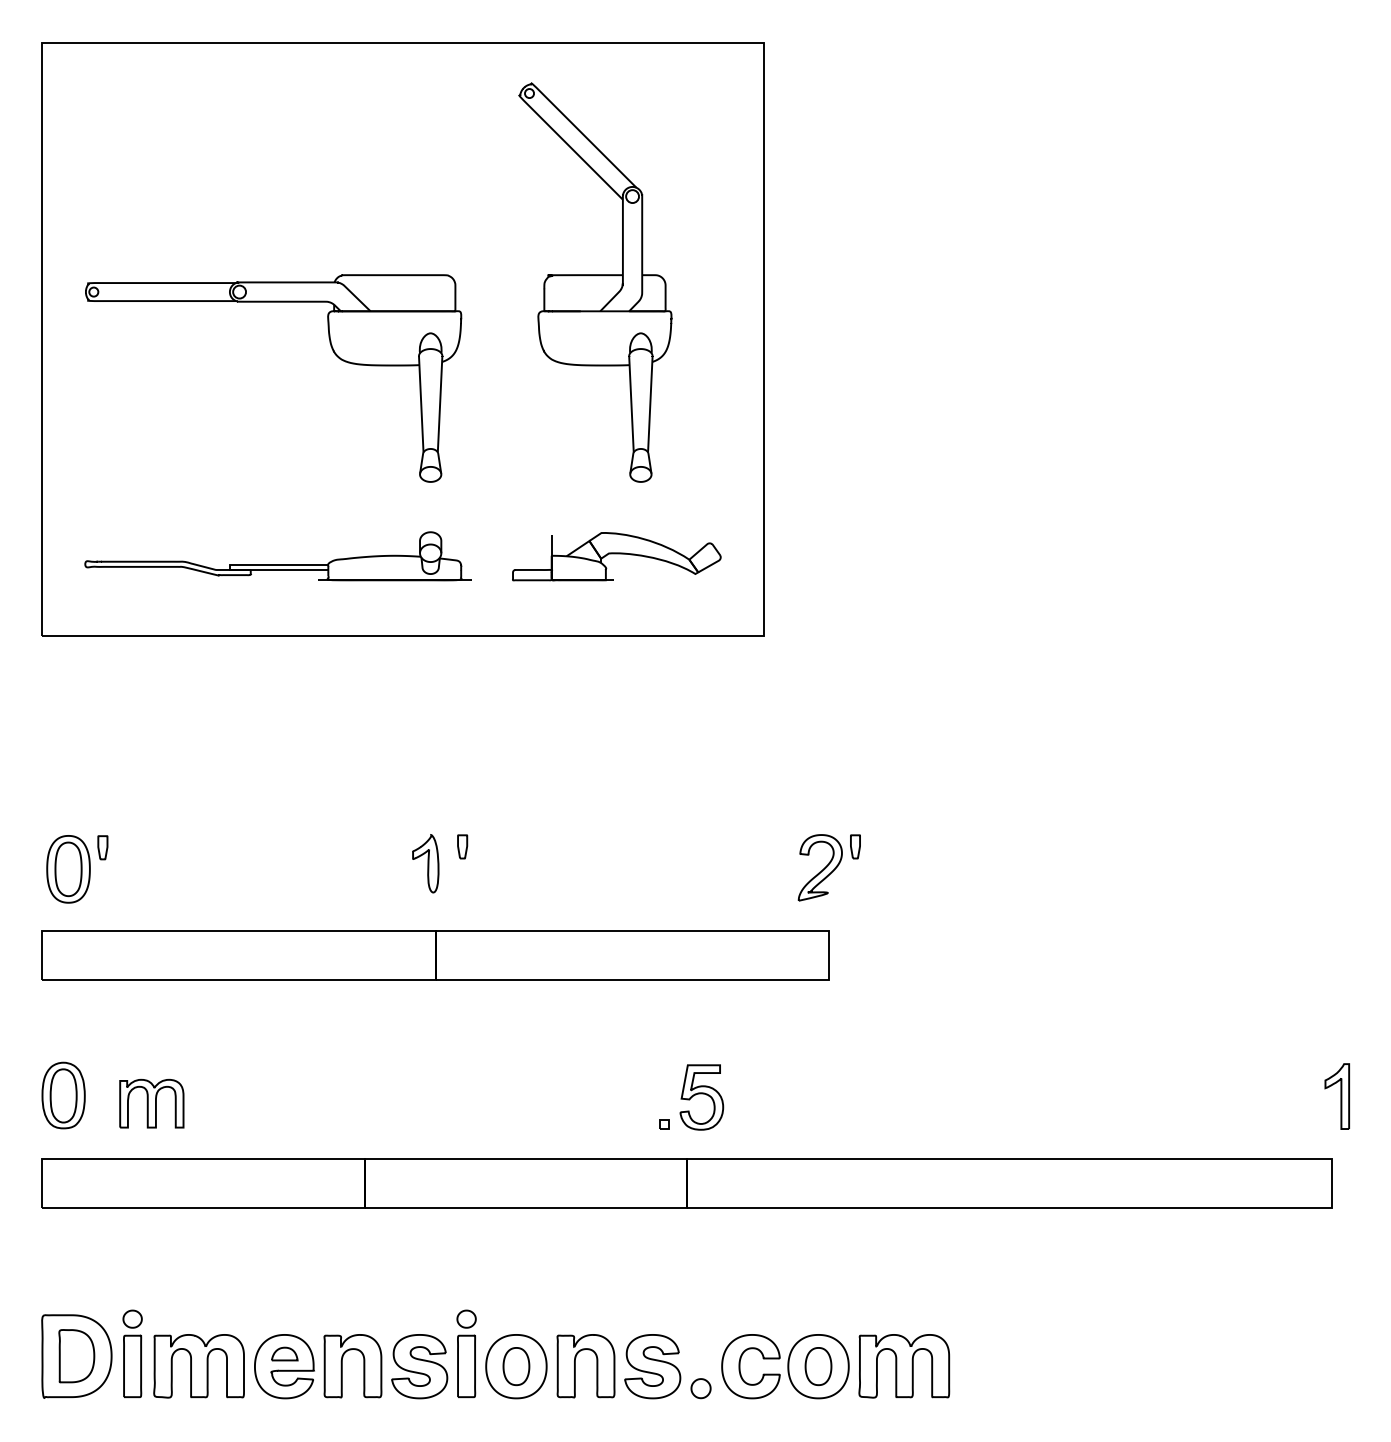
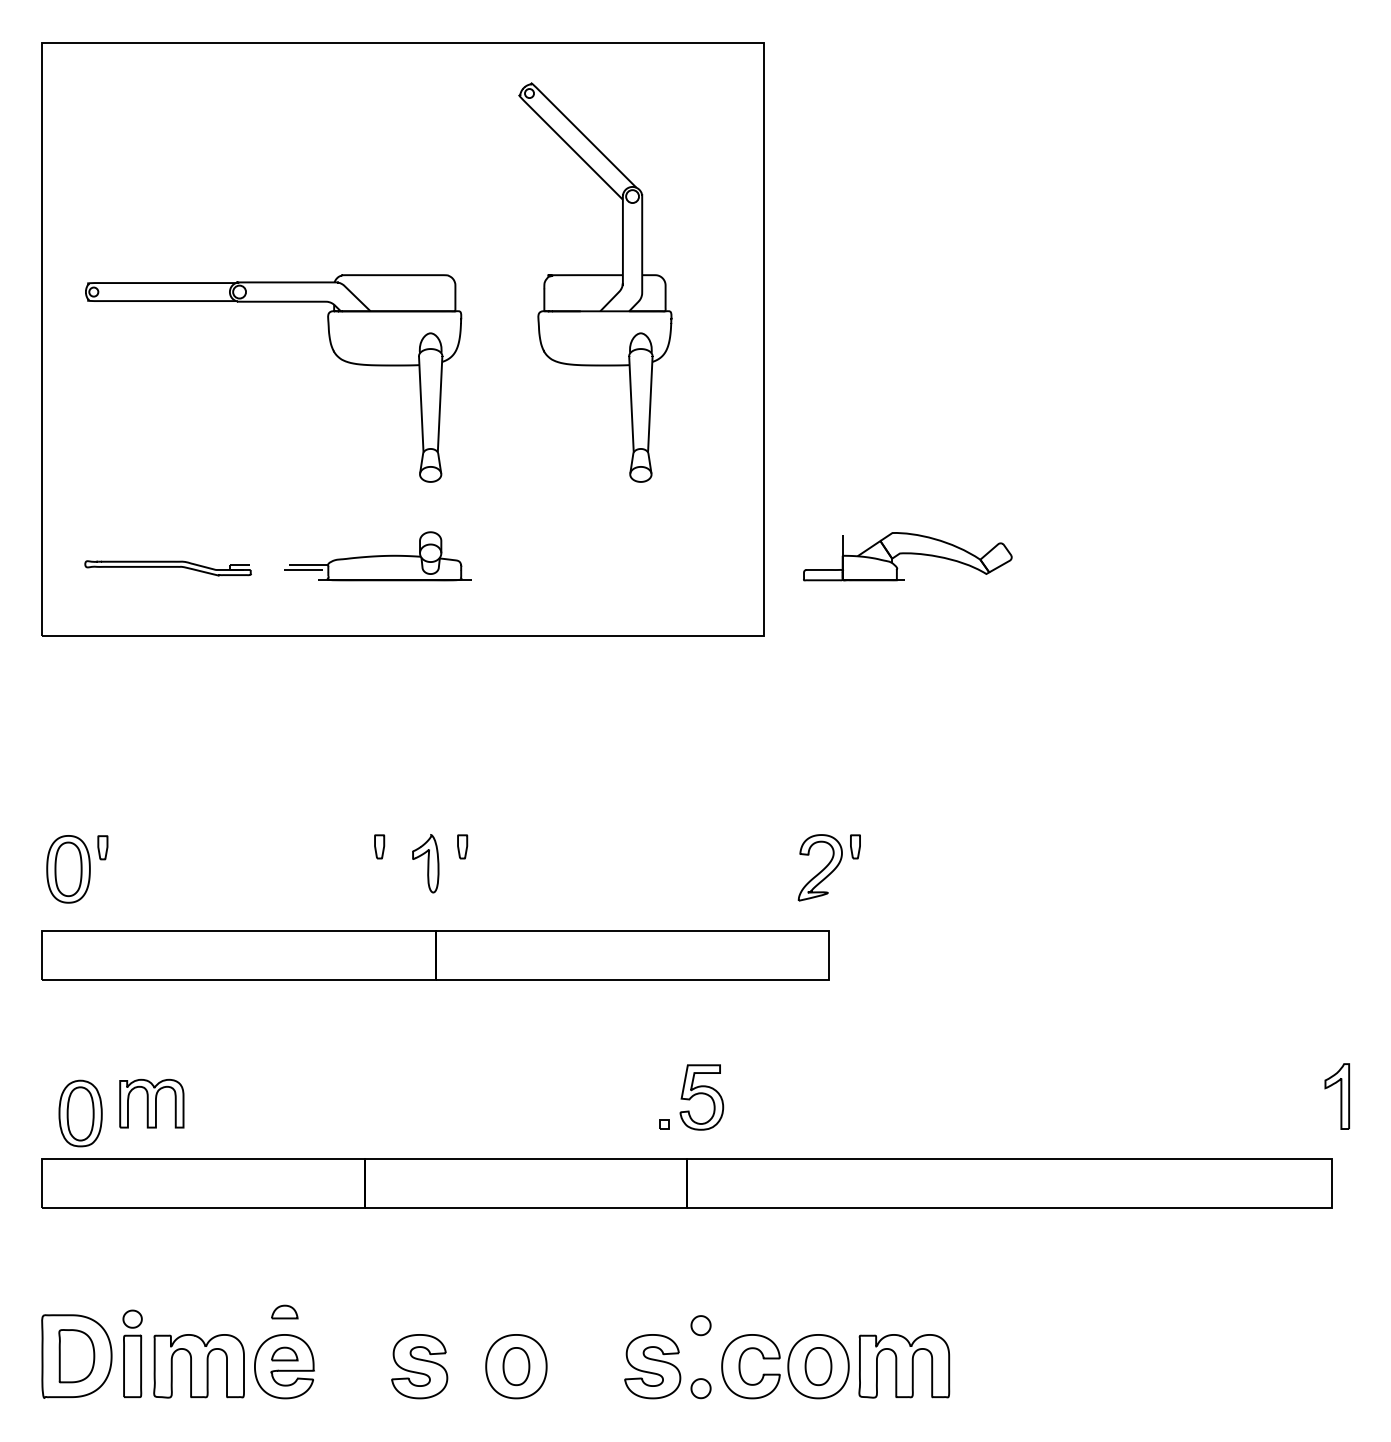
part at (616, 556) position: (616, 556) -> (907, 556)
line at (229, 567): solid -> dashed
part at (379, 846): none -> present
part at (63, 1095) position: (63, 1095) -> (80, 1113)
part at (284, 1311): none -> present
part at (700, 1325): none -> present
part at (466, 1353): present -> none
part at (342, 1366): present -> none
part at (575, 1366): present -> none
